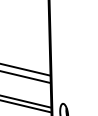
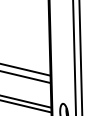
line at (74, 57): none -> present
line at (80, 57): none -> present
